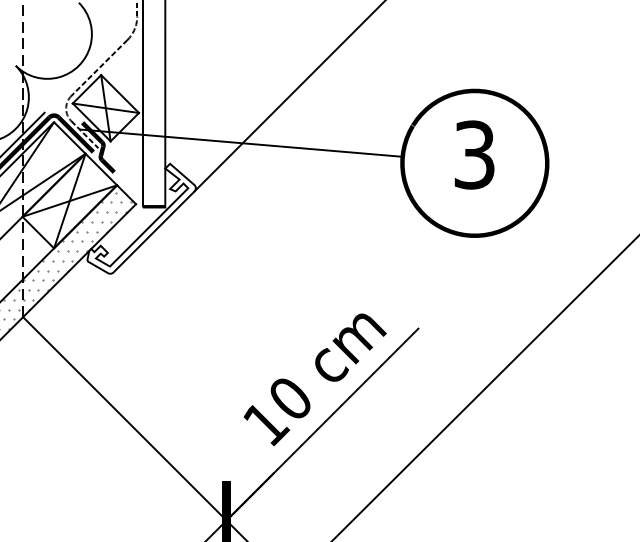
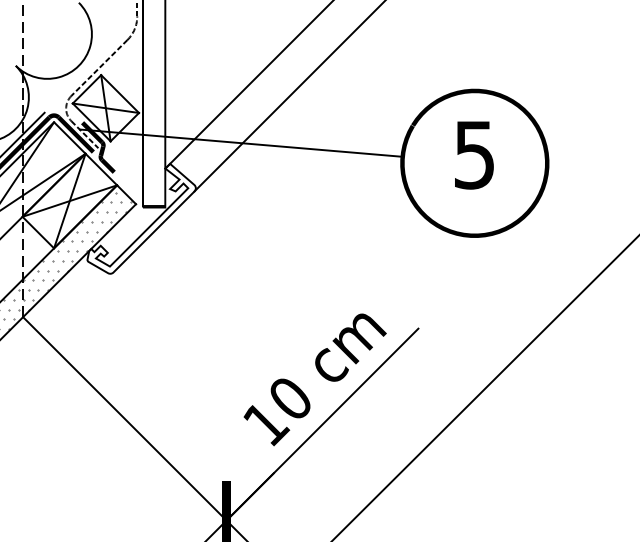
line at (248, 85): none -> present
text at (474, 154): 3 -> 5
